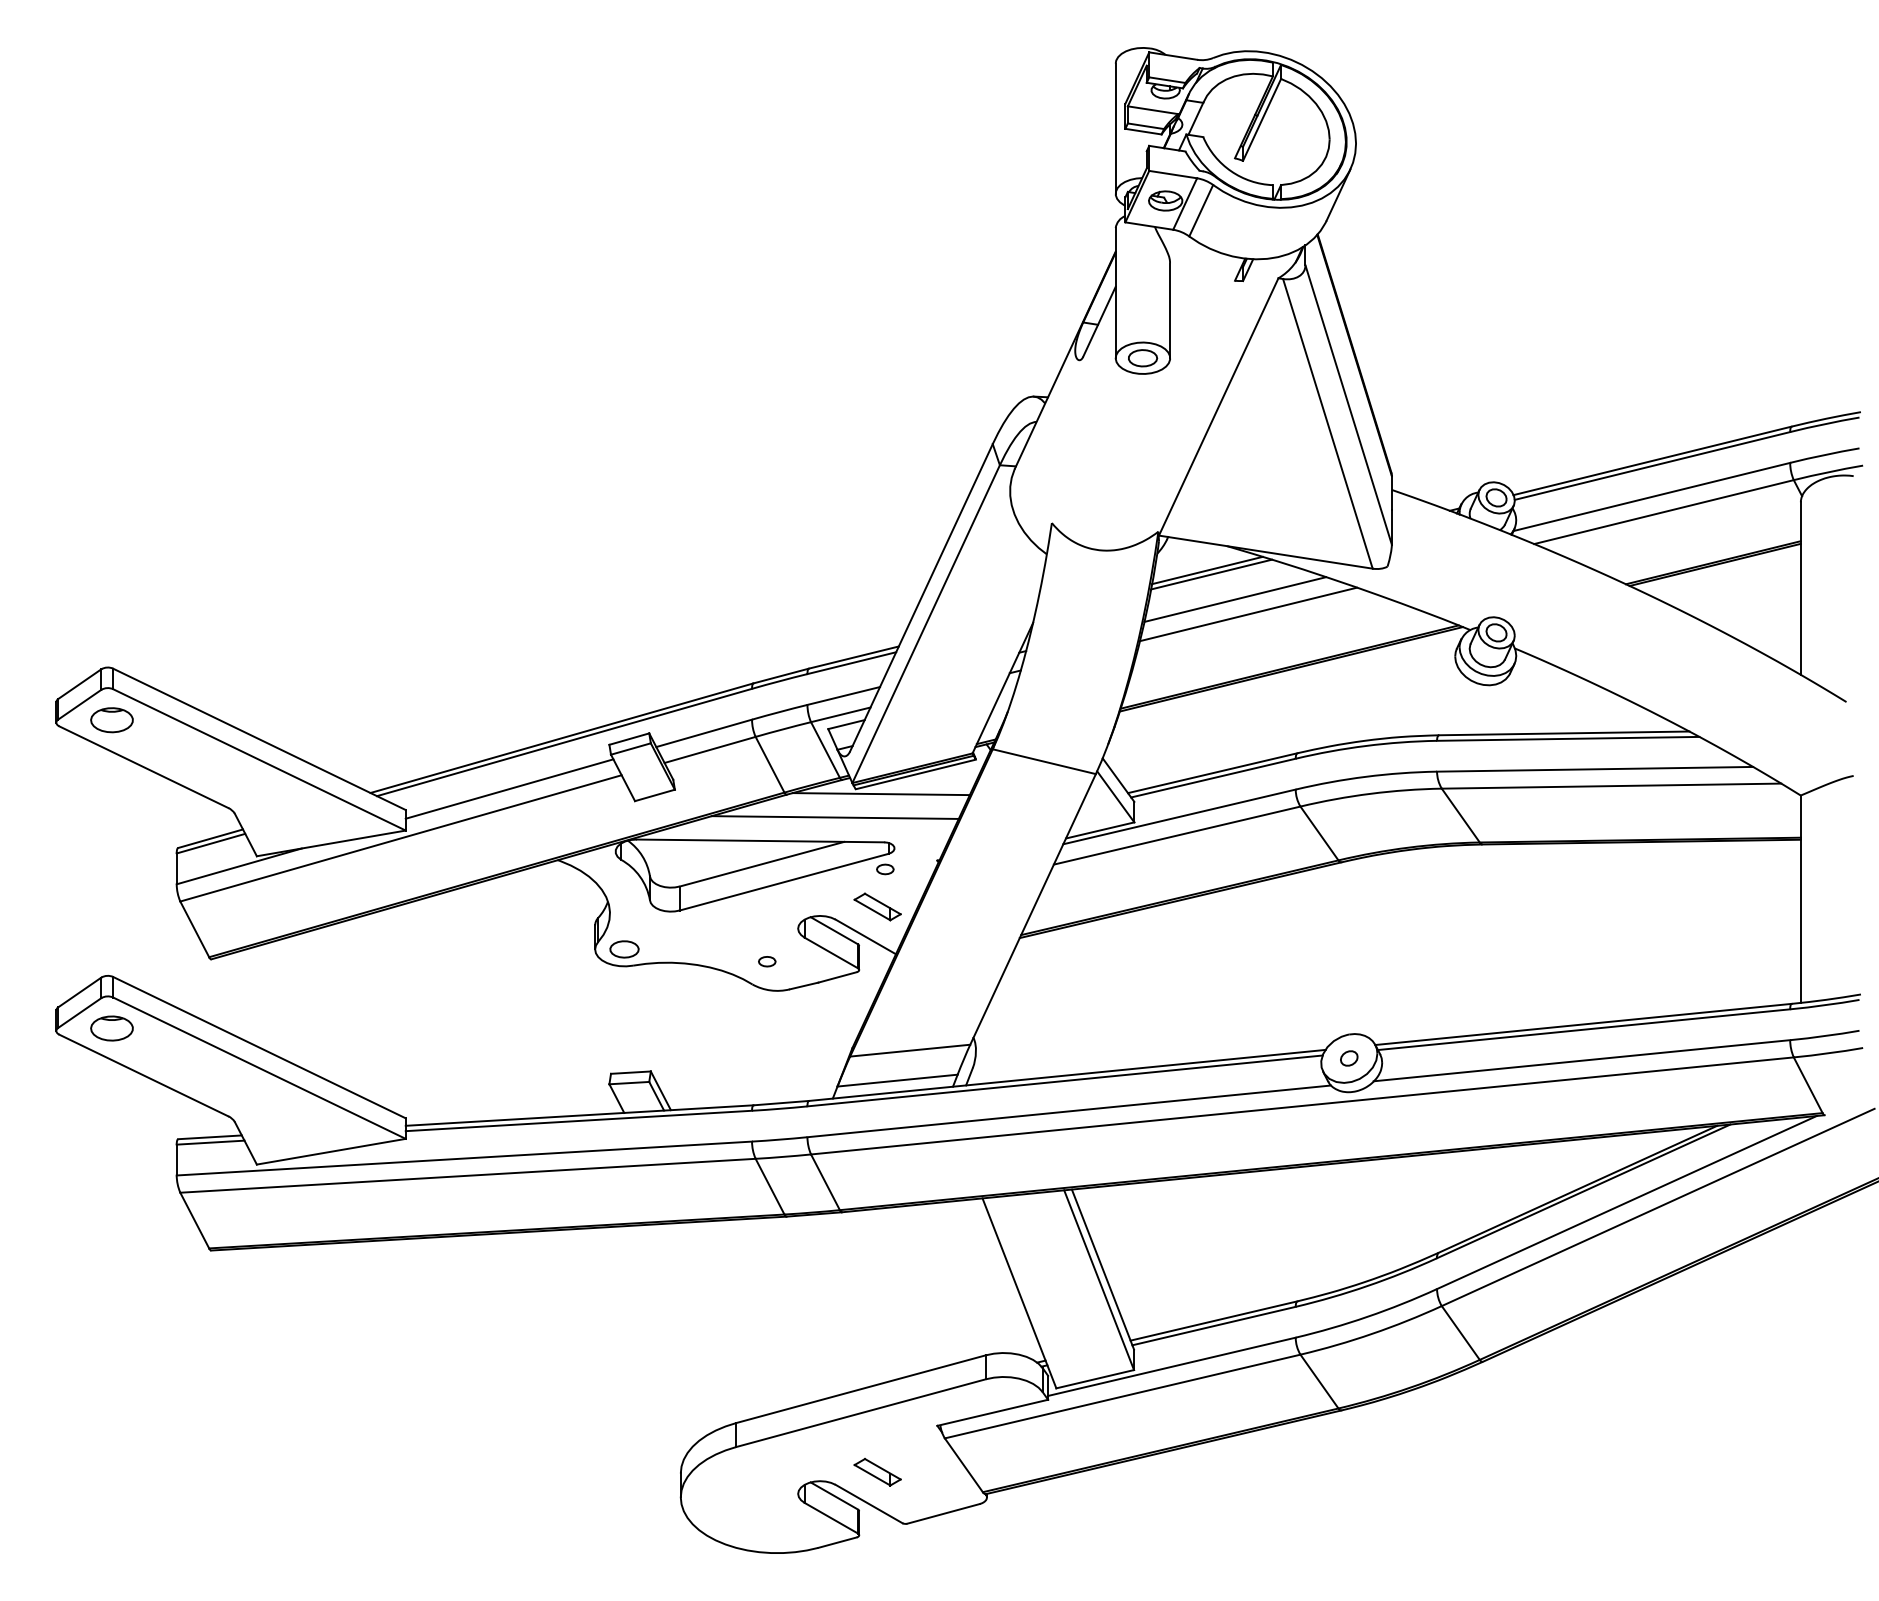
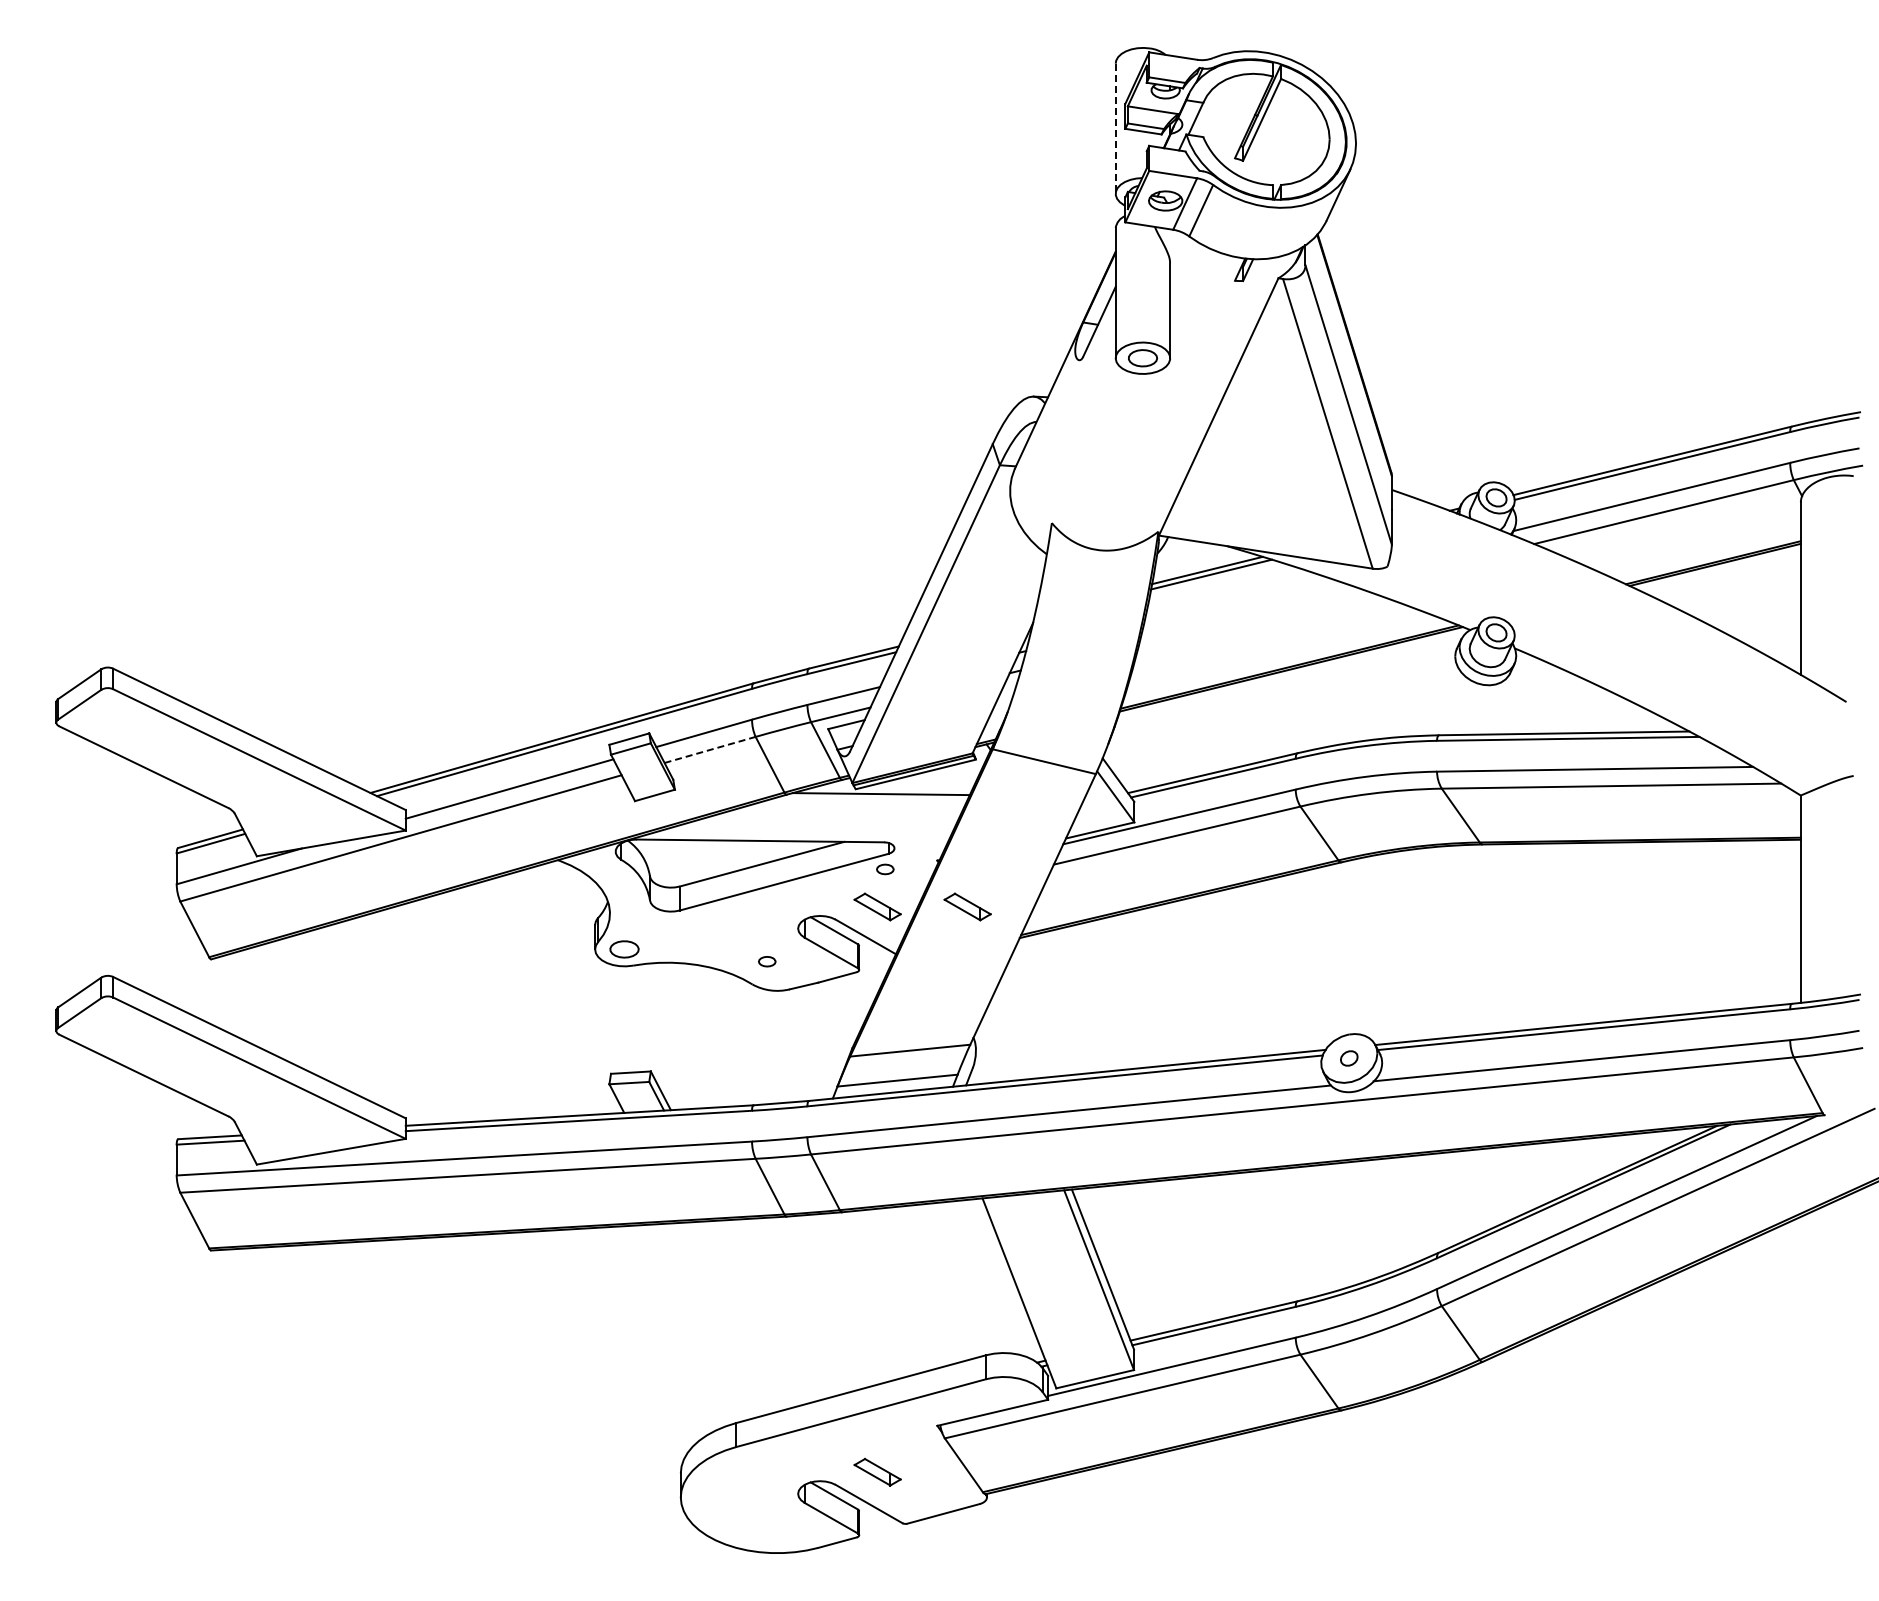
line at (1115, 129): solid -> dashed
line at (1235, 599): present -> none
line at (1247, 614): present -> none
part at (111, 720): present -> none
line at (710, 749): solid -> dashed
line at (834, 817): present -> none
part at (967, 906): none -> present
part at (111, 1028): present -> none
